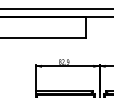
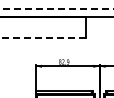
line at (57, 8): solid -> dashed
line at (43, 38): solid -> dashed
